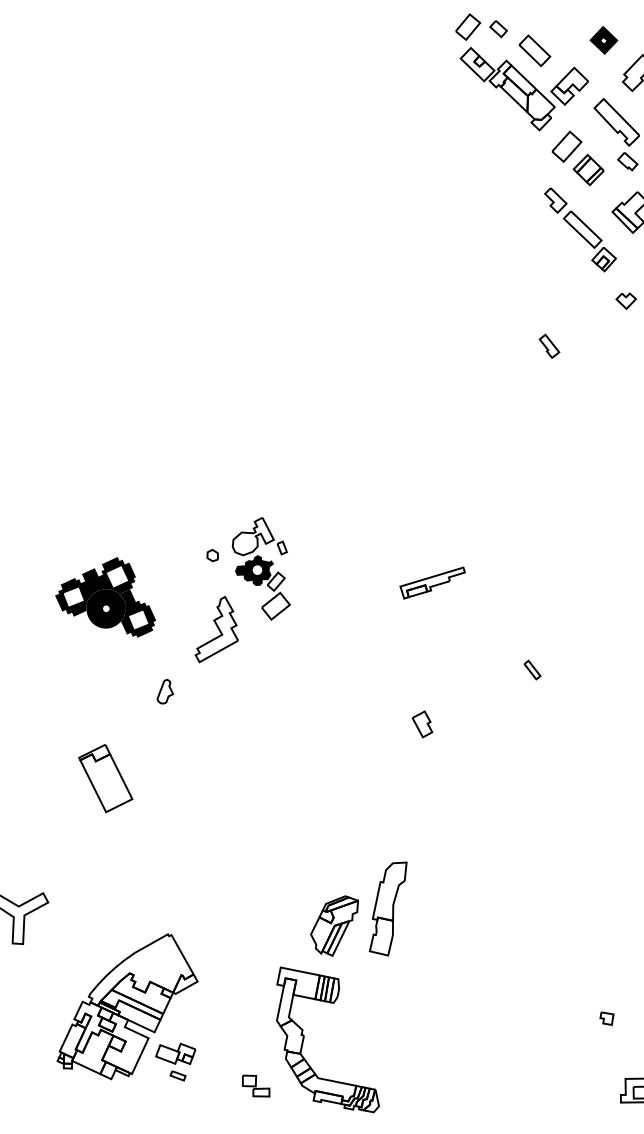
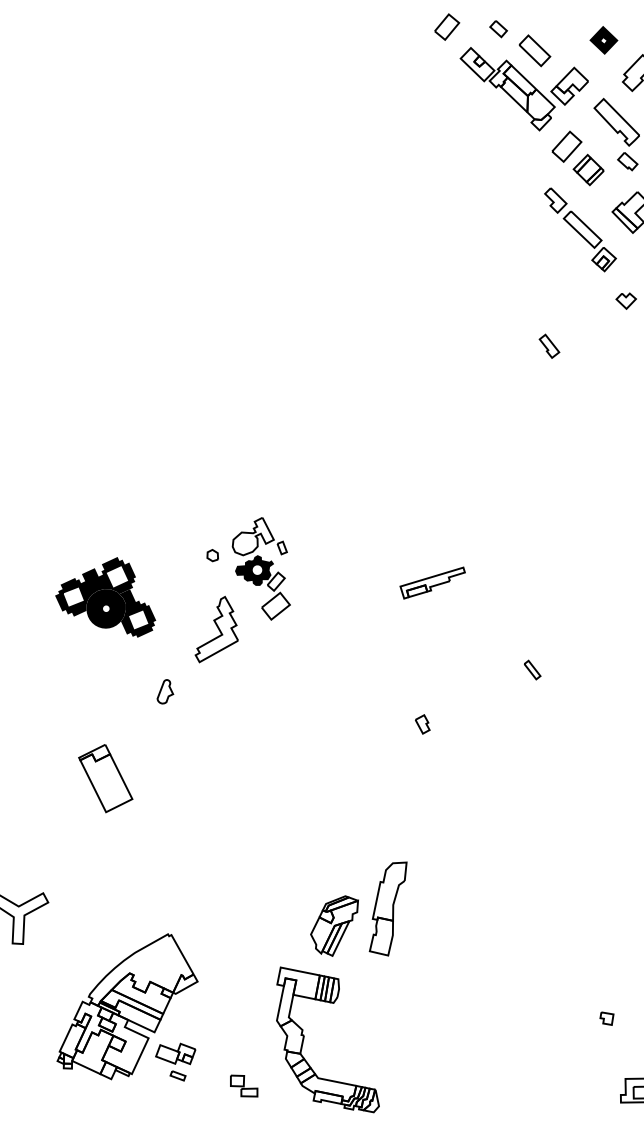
part at (468, 26) position: (468, 26) -> (447, 26)
part at (422, 724) size: 22x29 px -> 16x21 px
part at (256, 1085) position: (256, 1085) -> (244, 1085)
